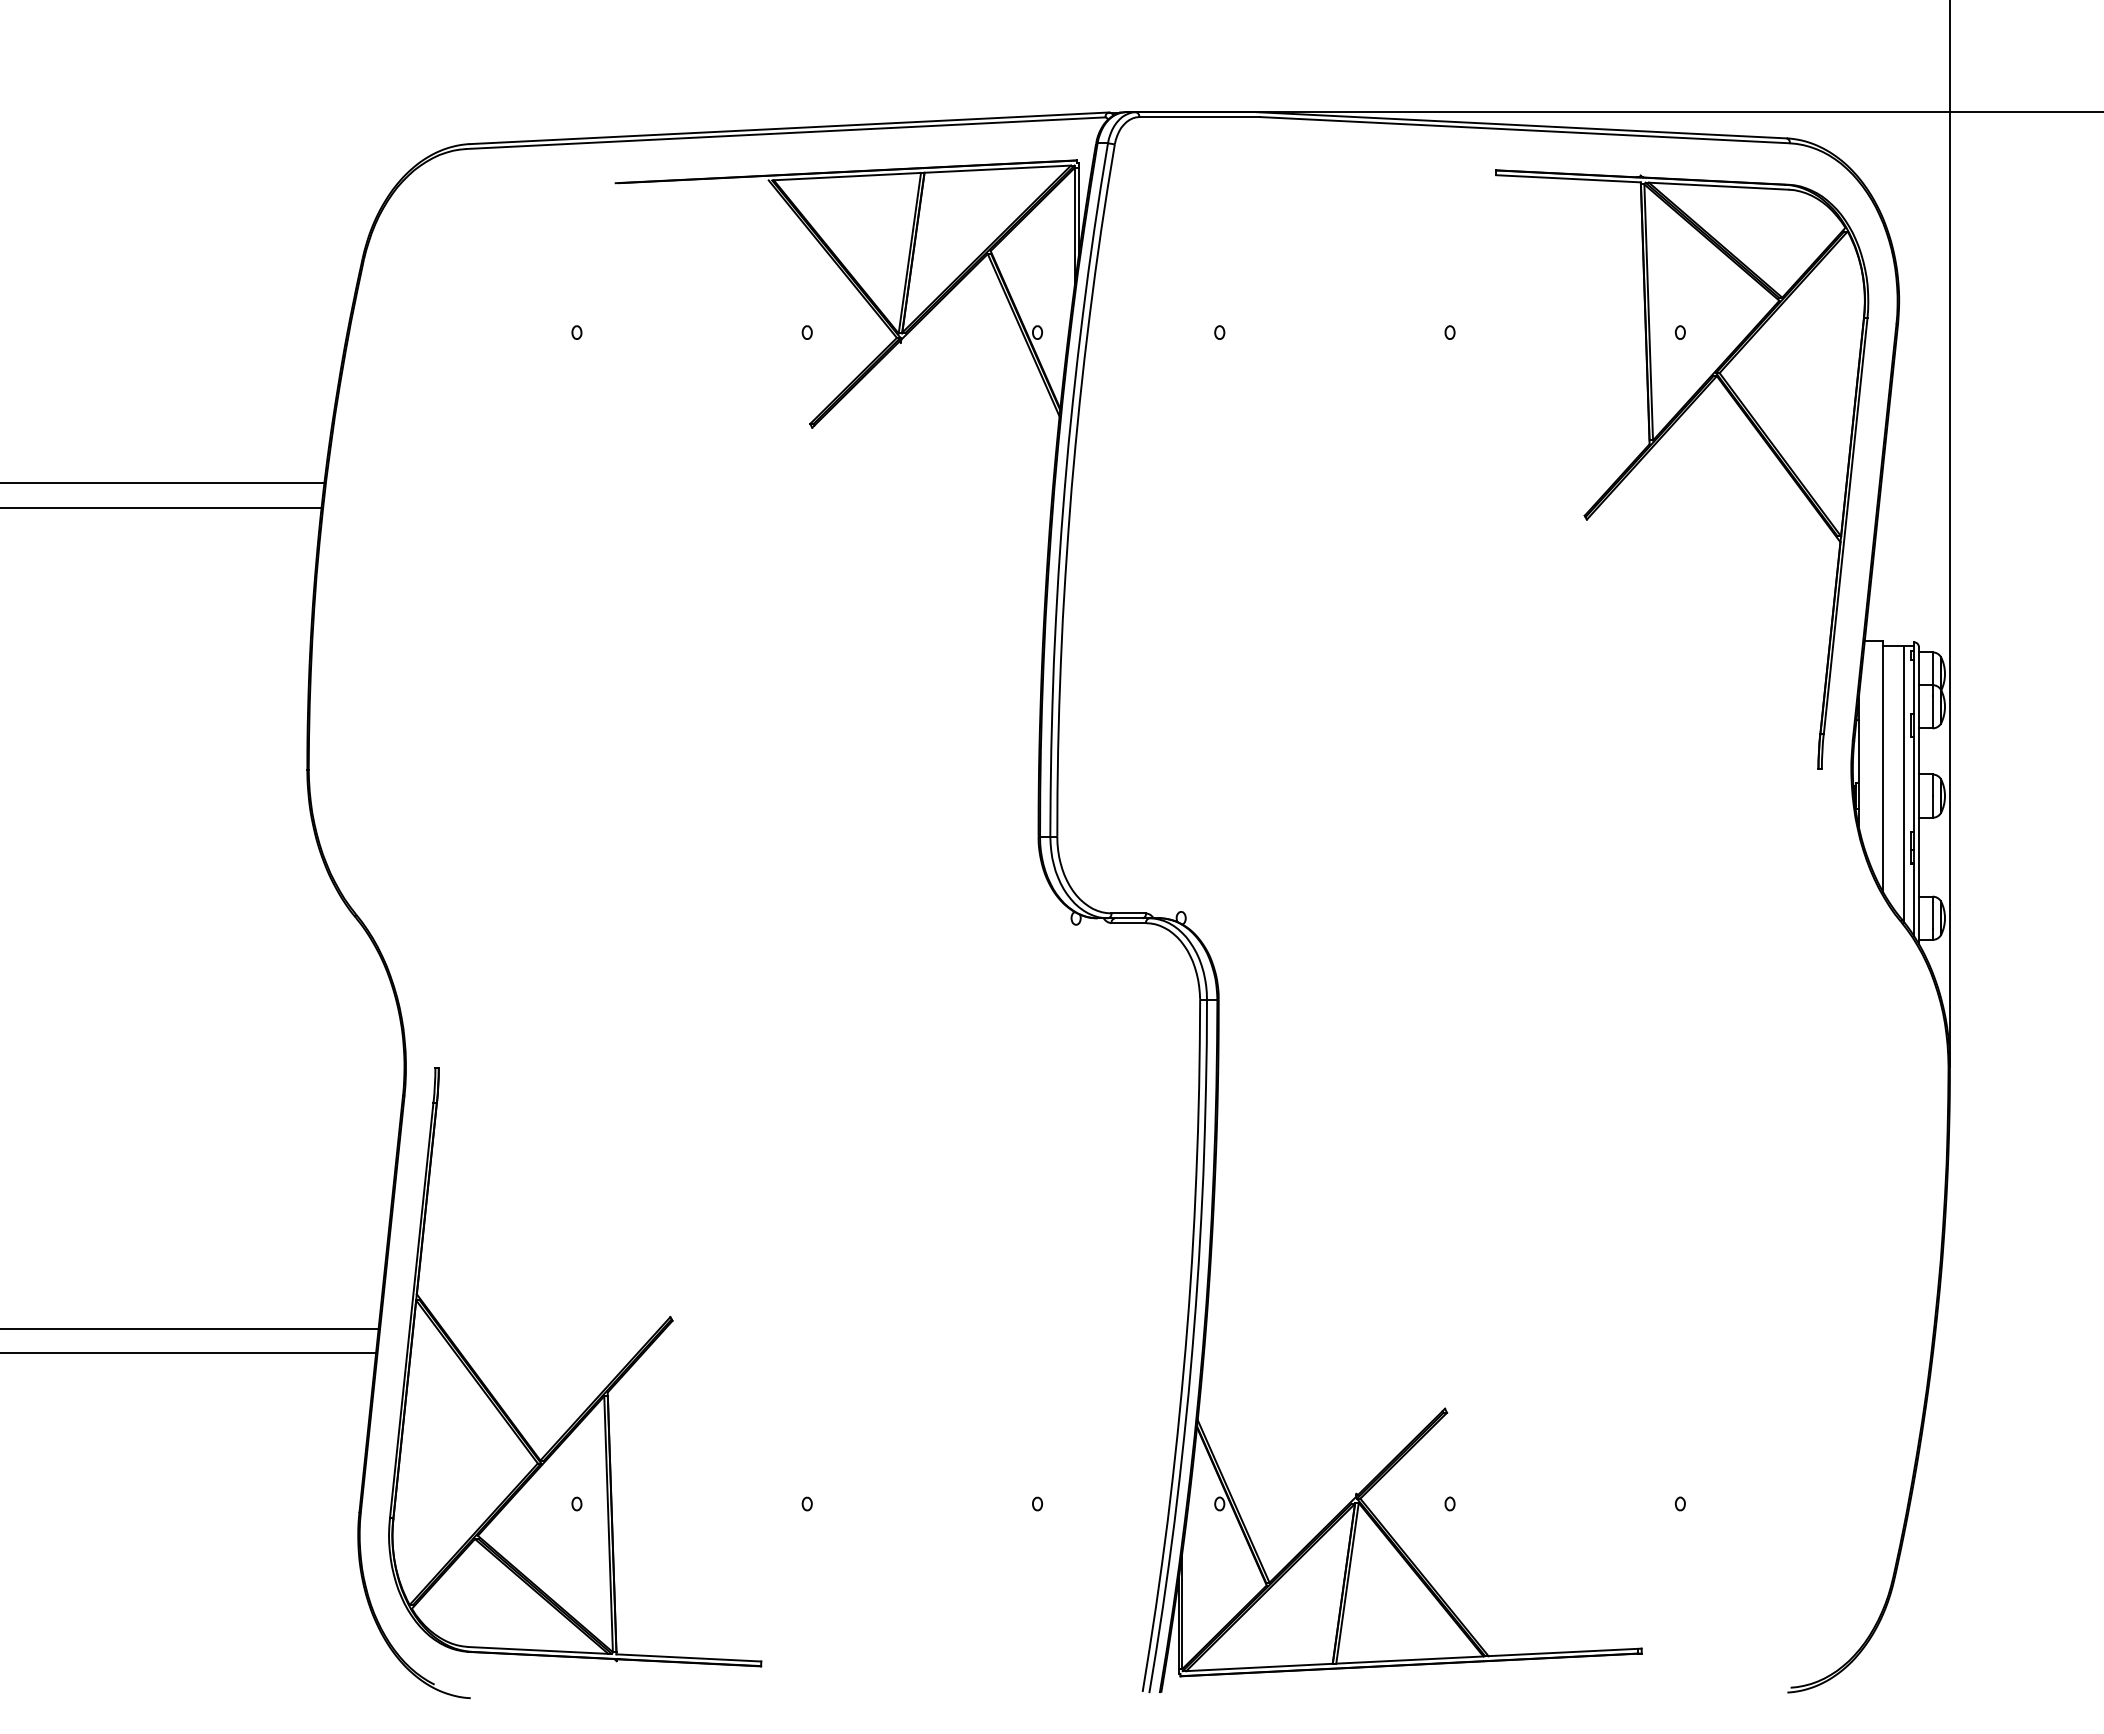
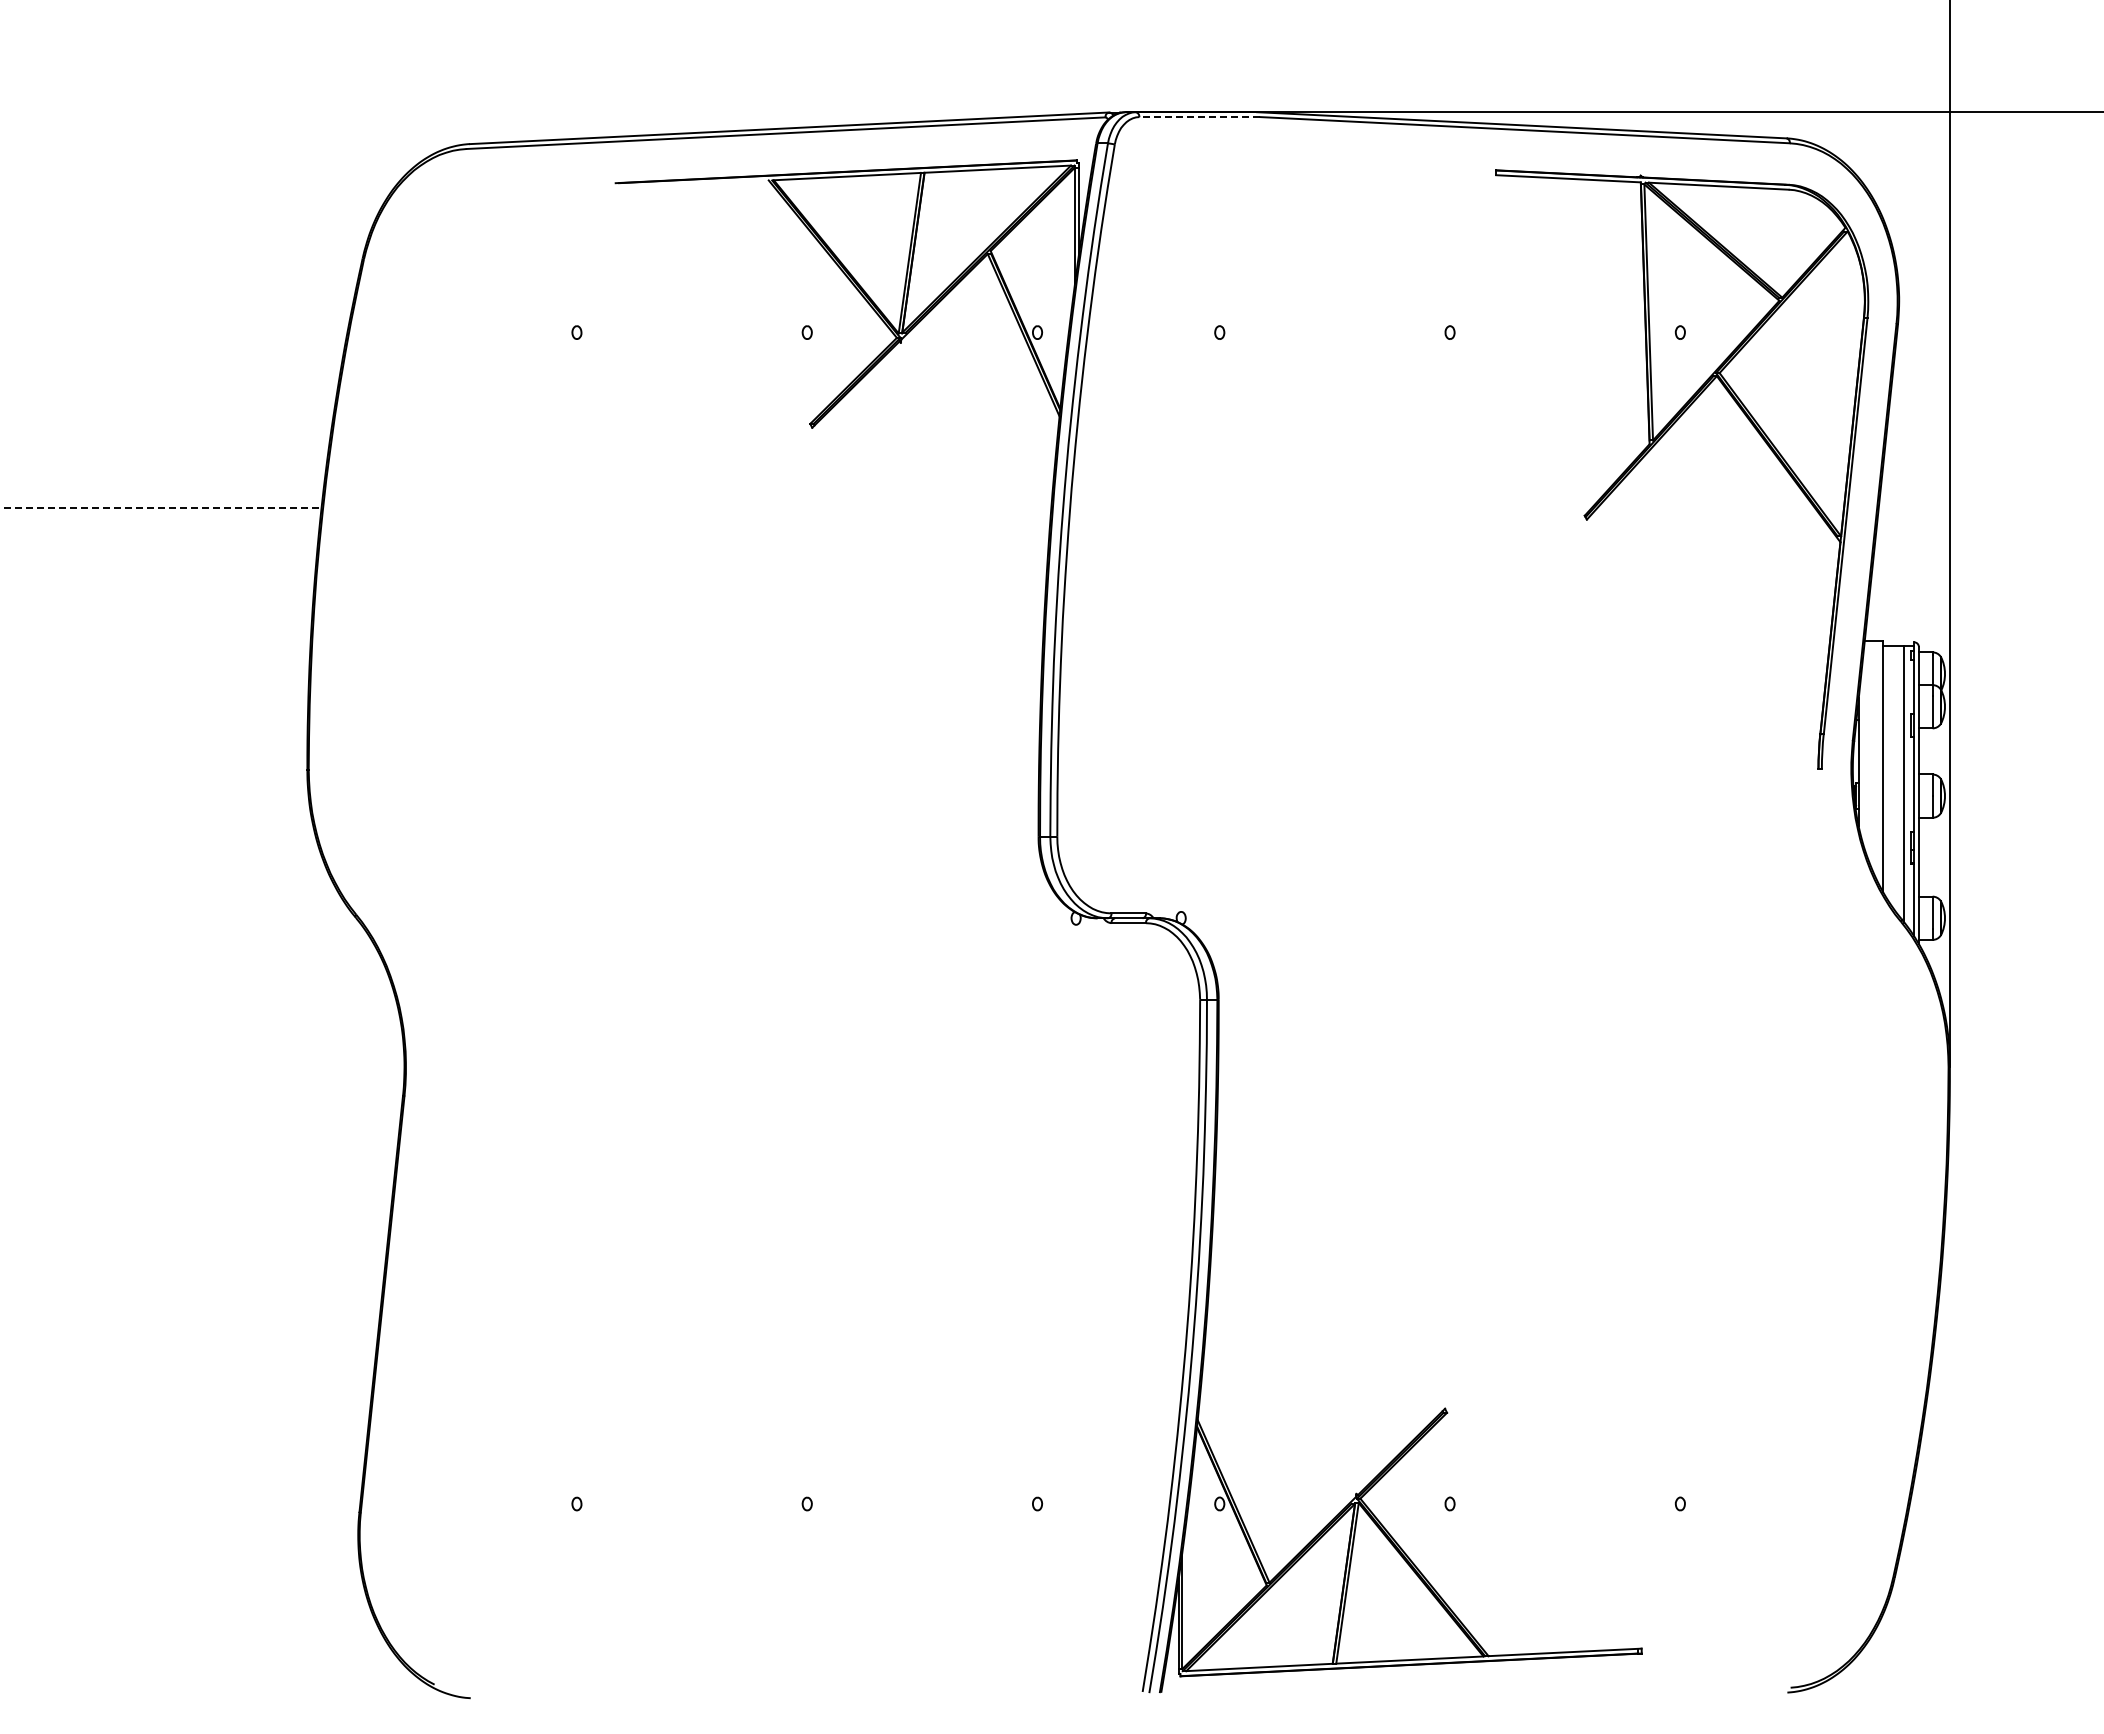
line at (1199, 117): solid -> dashed
line at (163, 483): present -> none
line at (161, 507): solid -> dashed
line at (190, 1328): present -> none
line at (189, 1353): present -> none
part at (600, 1392): present -> none
